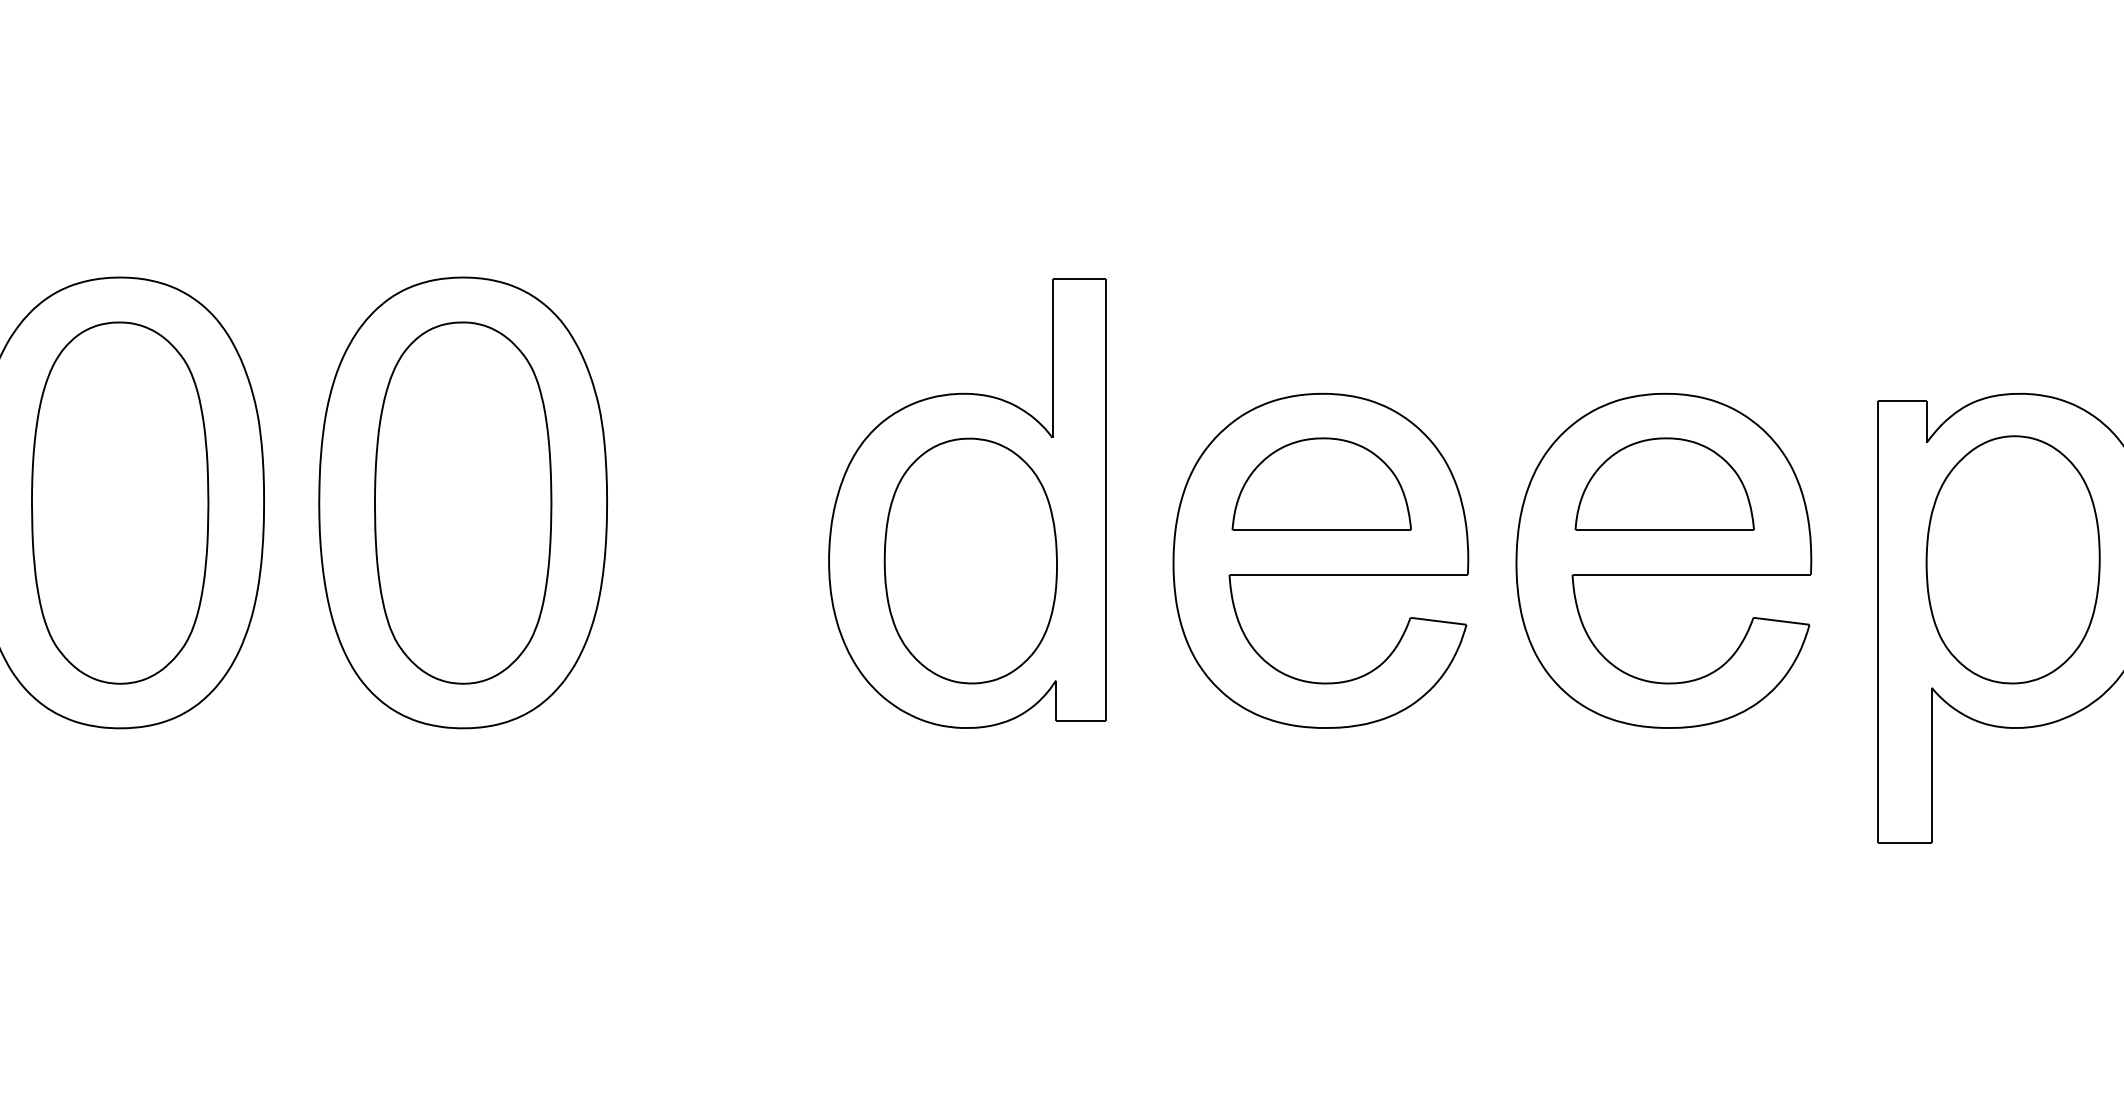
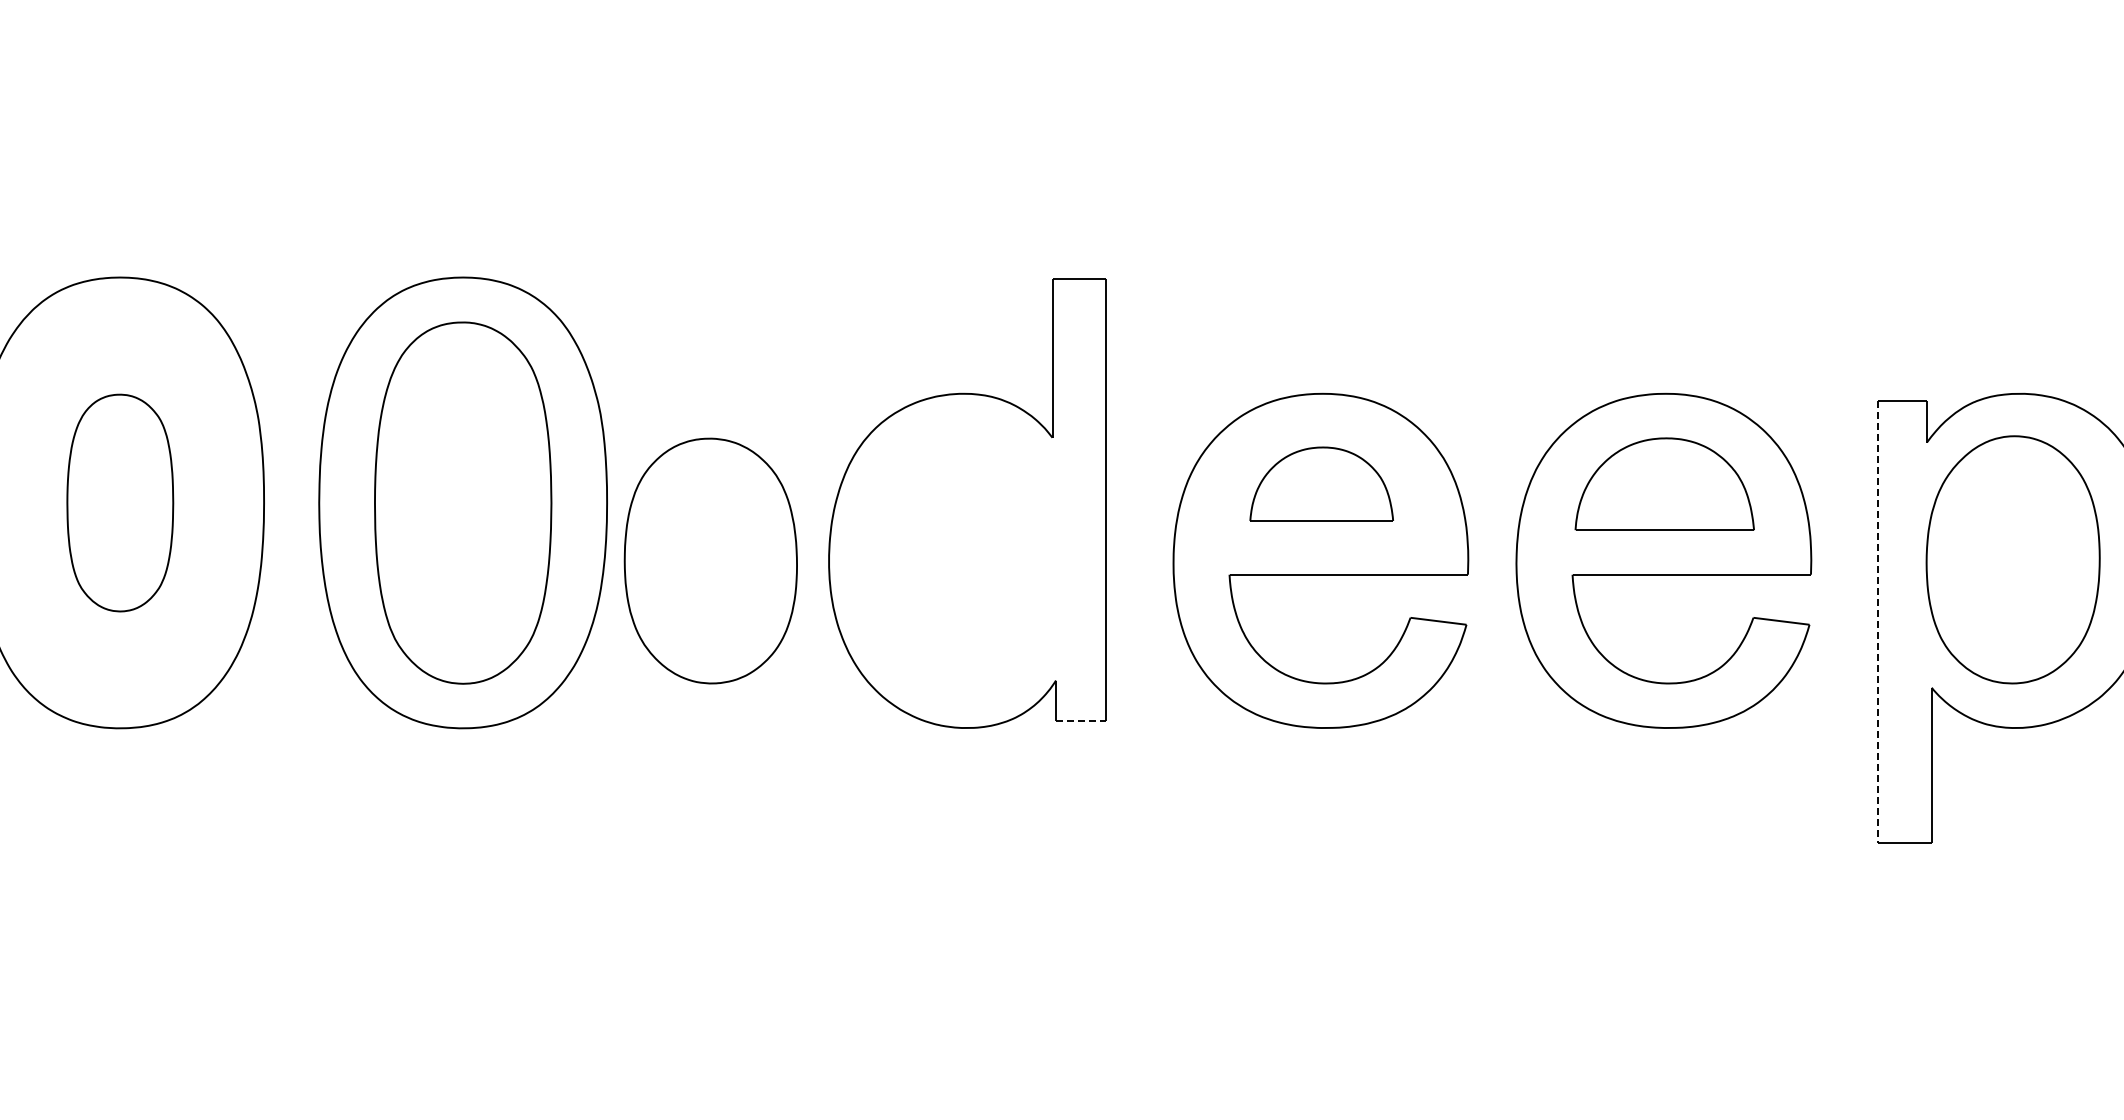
part at (1321, 483) size: 181x94 px -> 145x76 px
part at (120, 502) size: 179x364 px -> 109x220 px
part at (970, 560) position: (970, 560) -> (710, 560)
line at (1877, 622): solid -> dashed
line at (1081, 720): solid -> dashed
